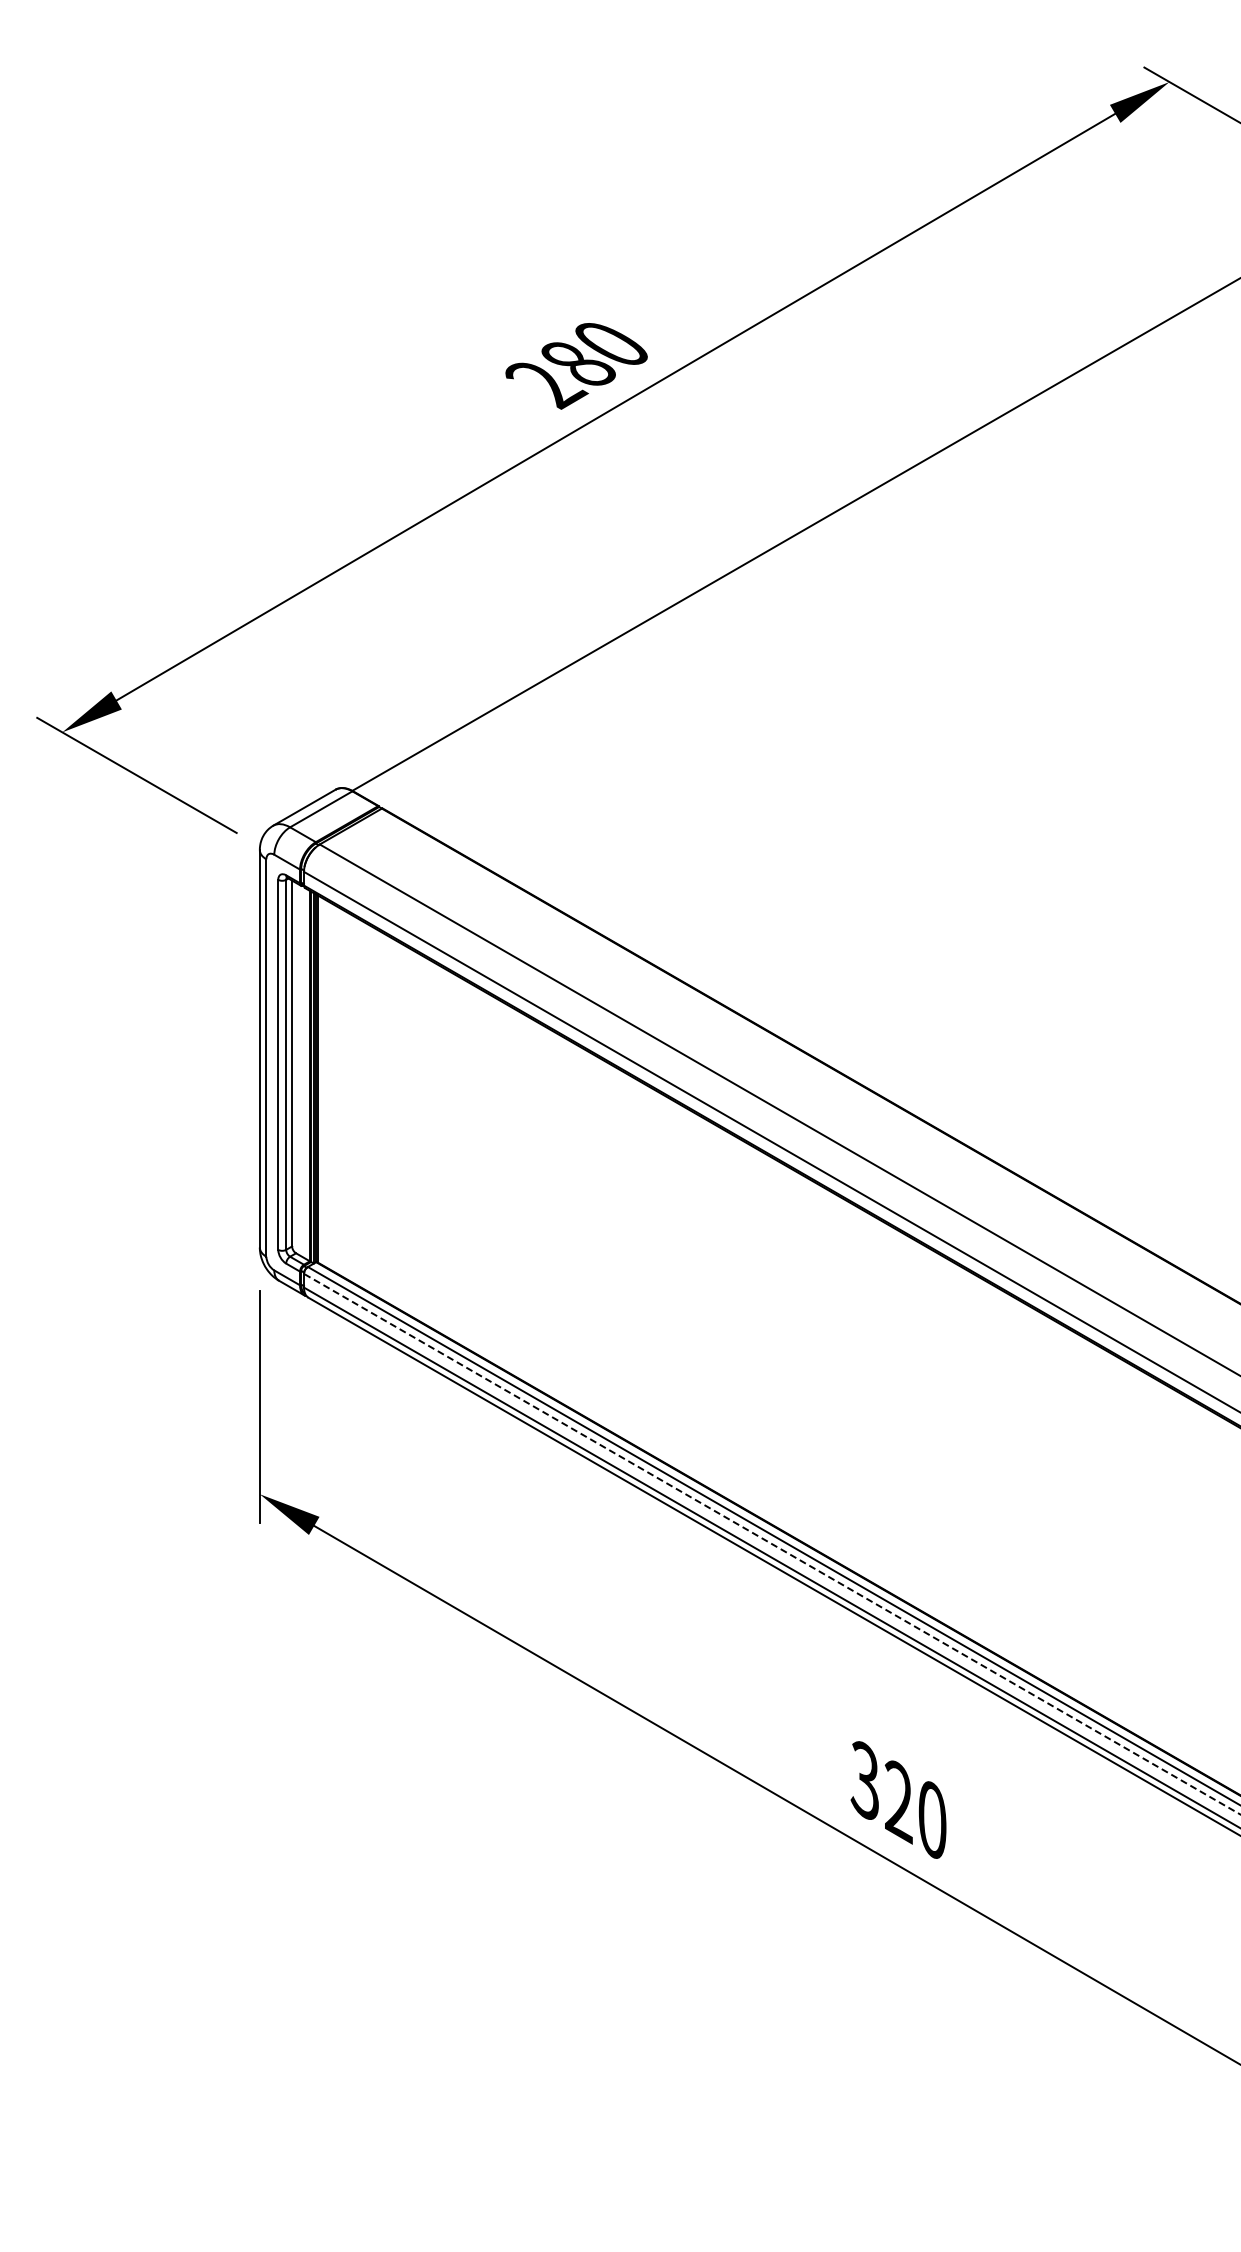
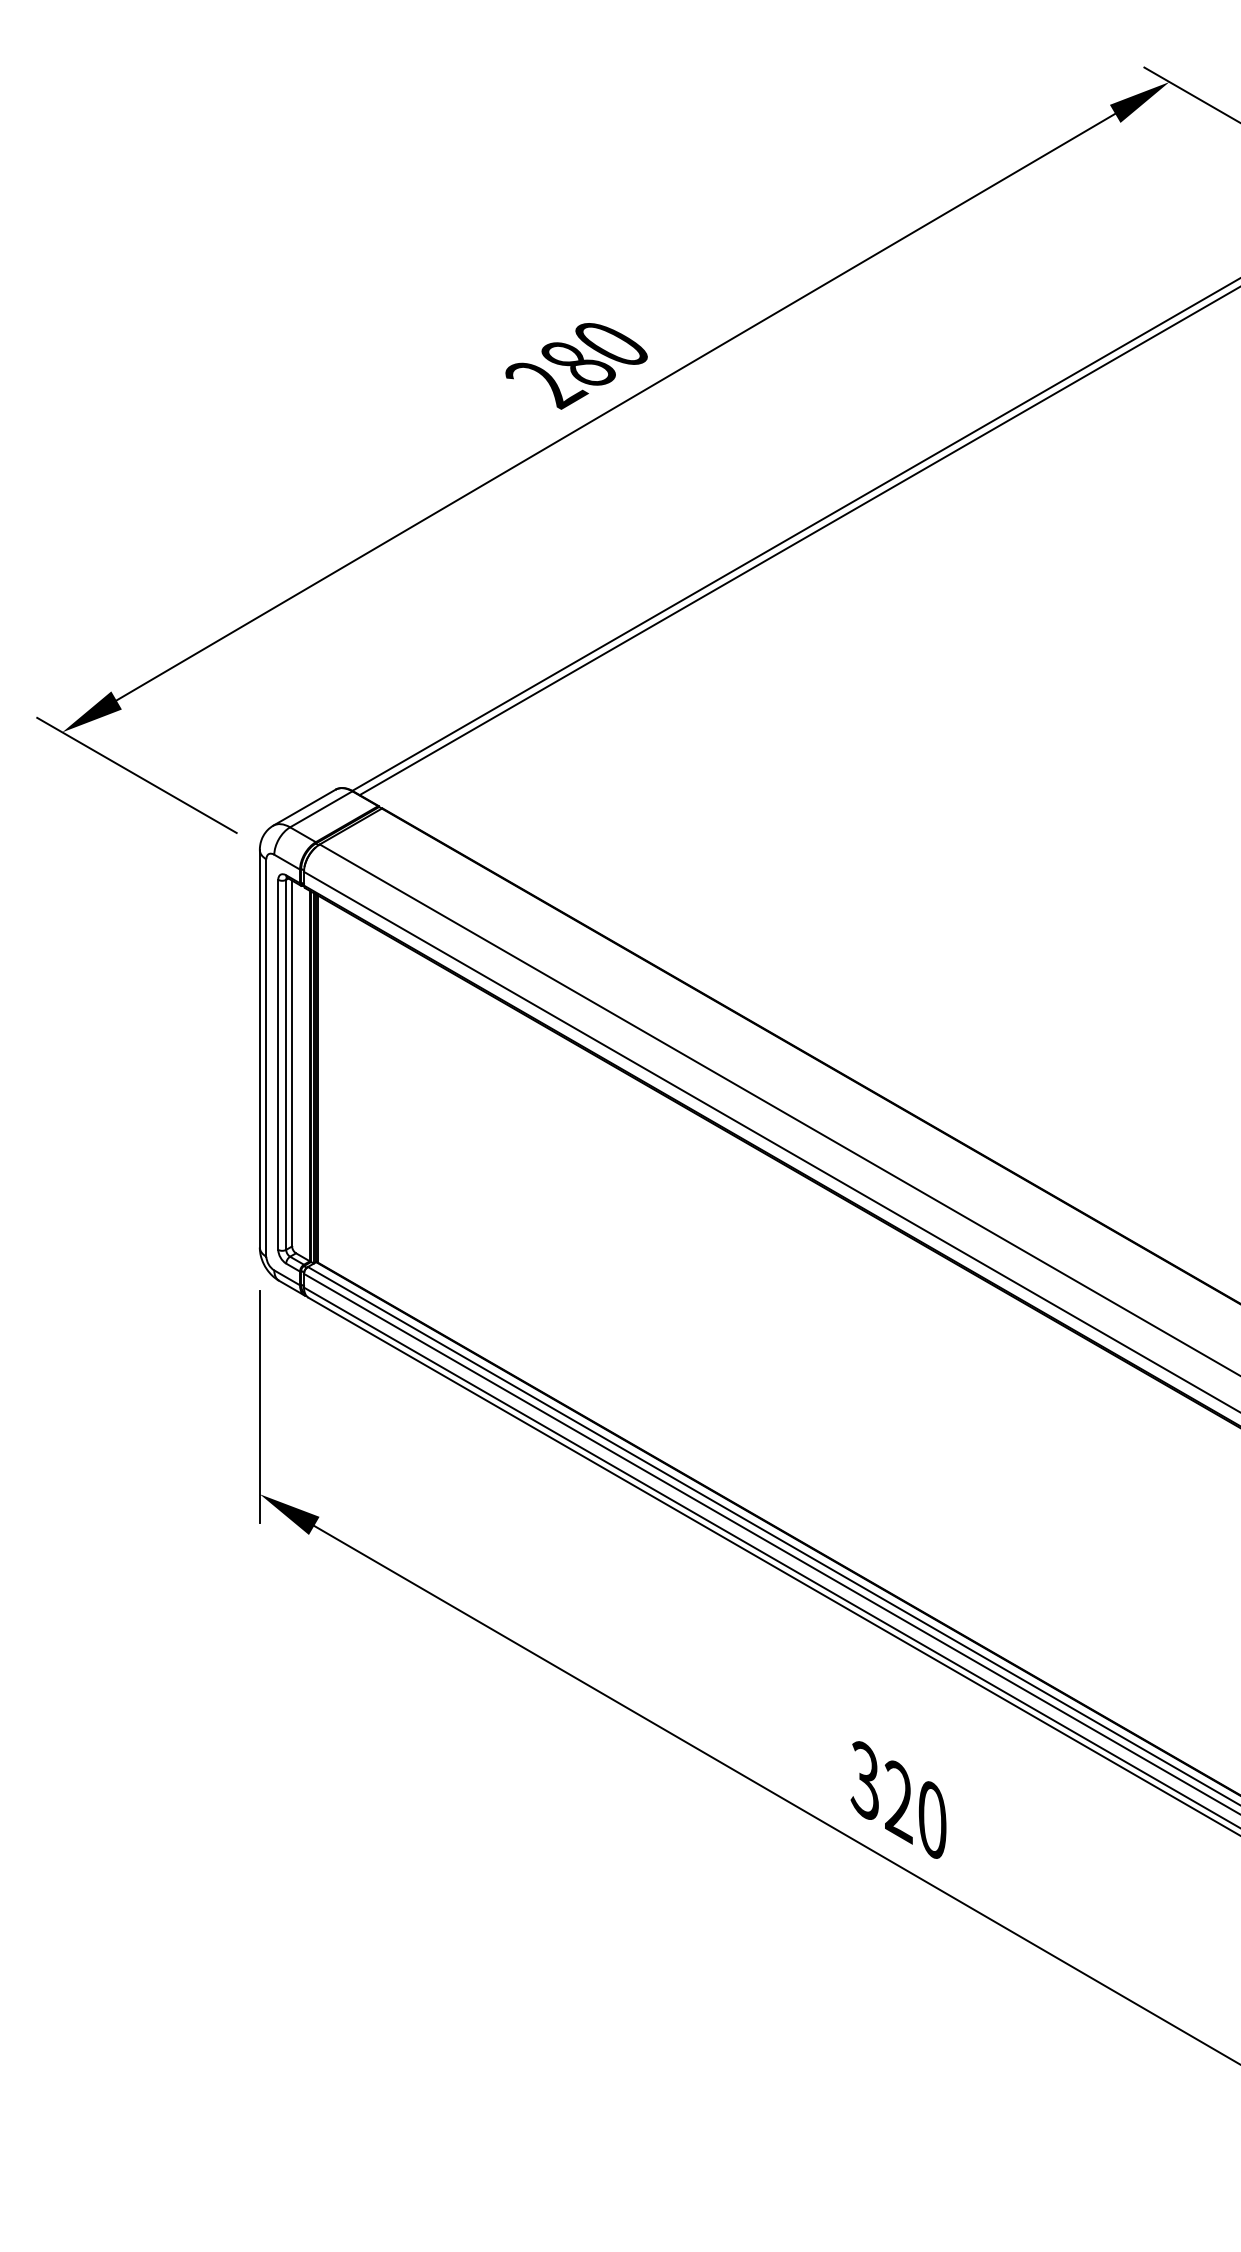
line at (798, 541): none -> present
line at (772, 1544): dashed -> solid
